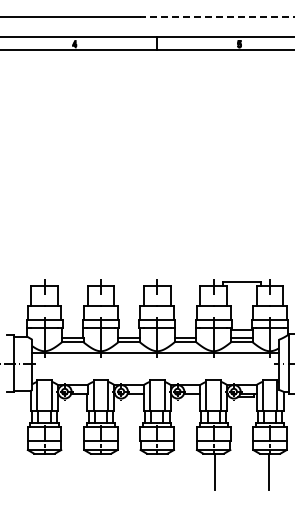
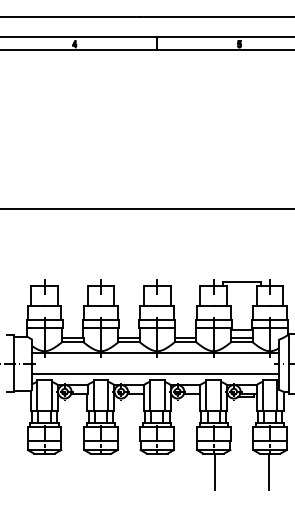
line at (217, 16): dashed -> solid
line at (146, 208): none -> present
line at (155, 374): none -> present
